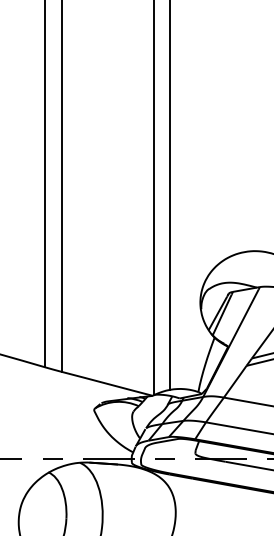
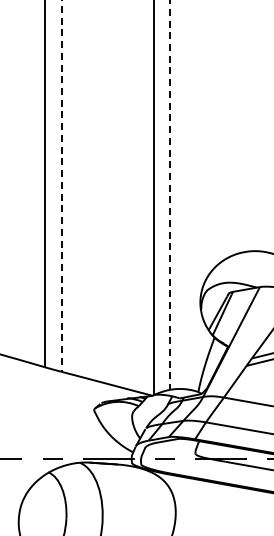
line at (61, 186): solid -> dashed
line at (170, 195): solid -> dashed
